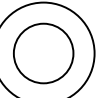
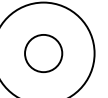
circle at (43, 53) diameter: 60 px -> 37 px
